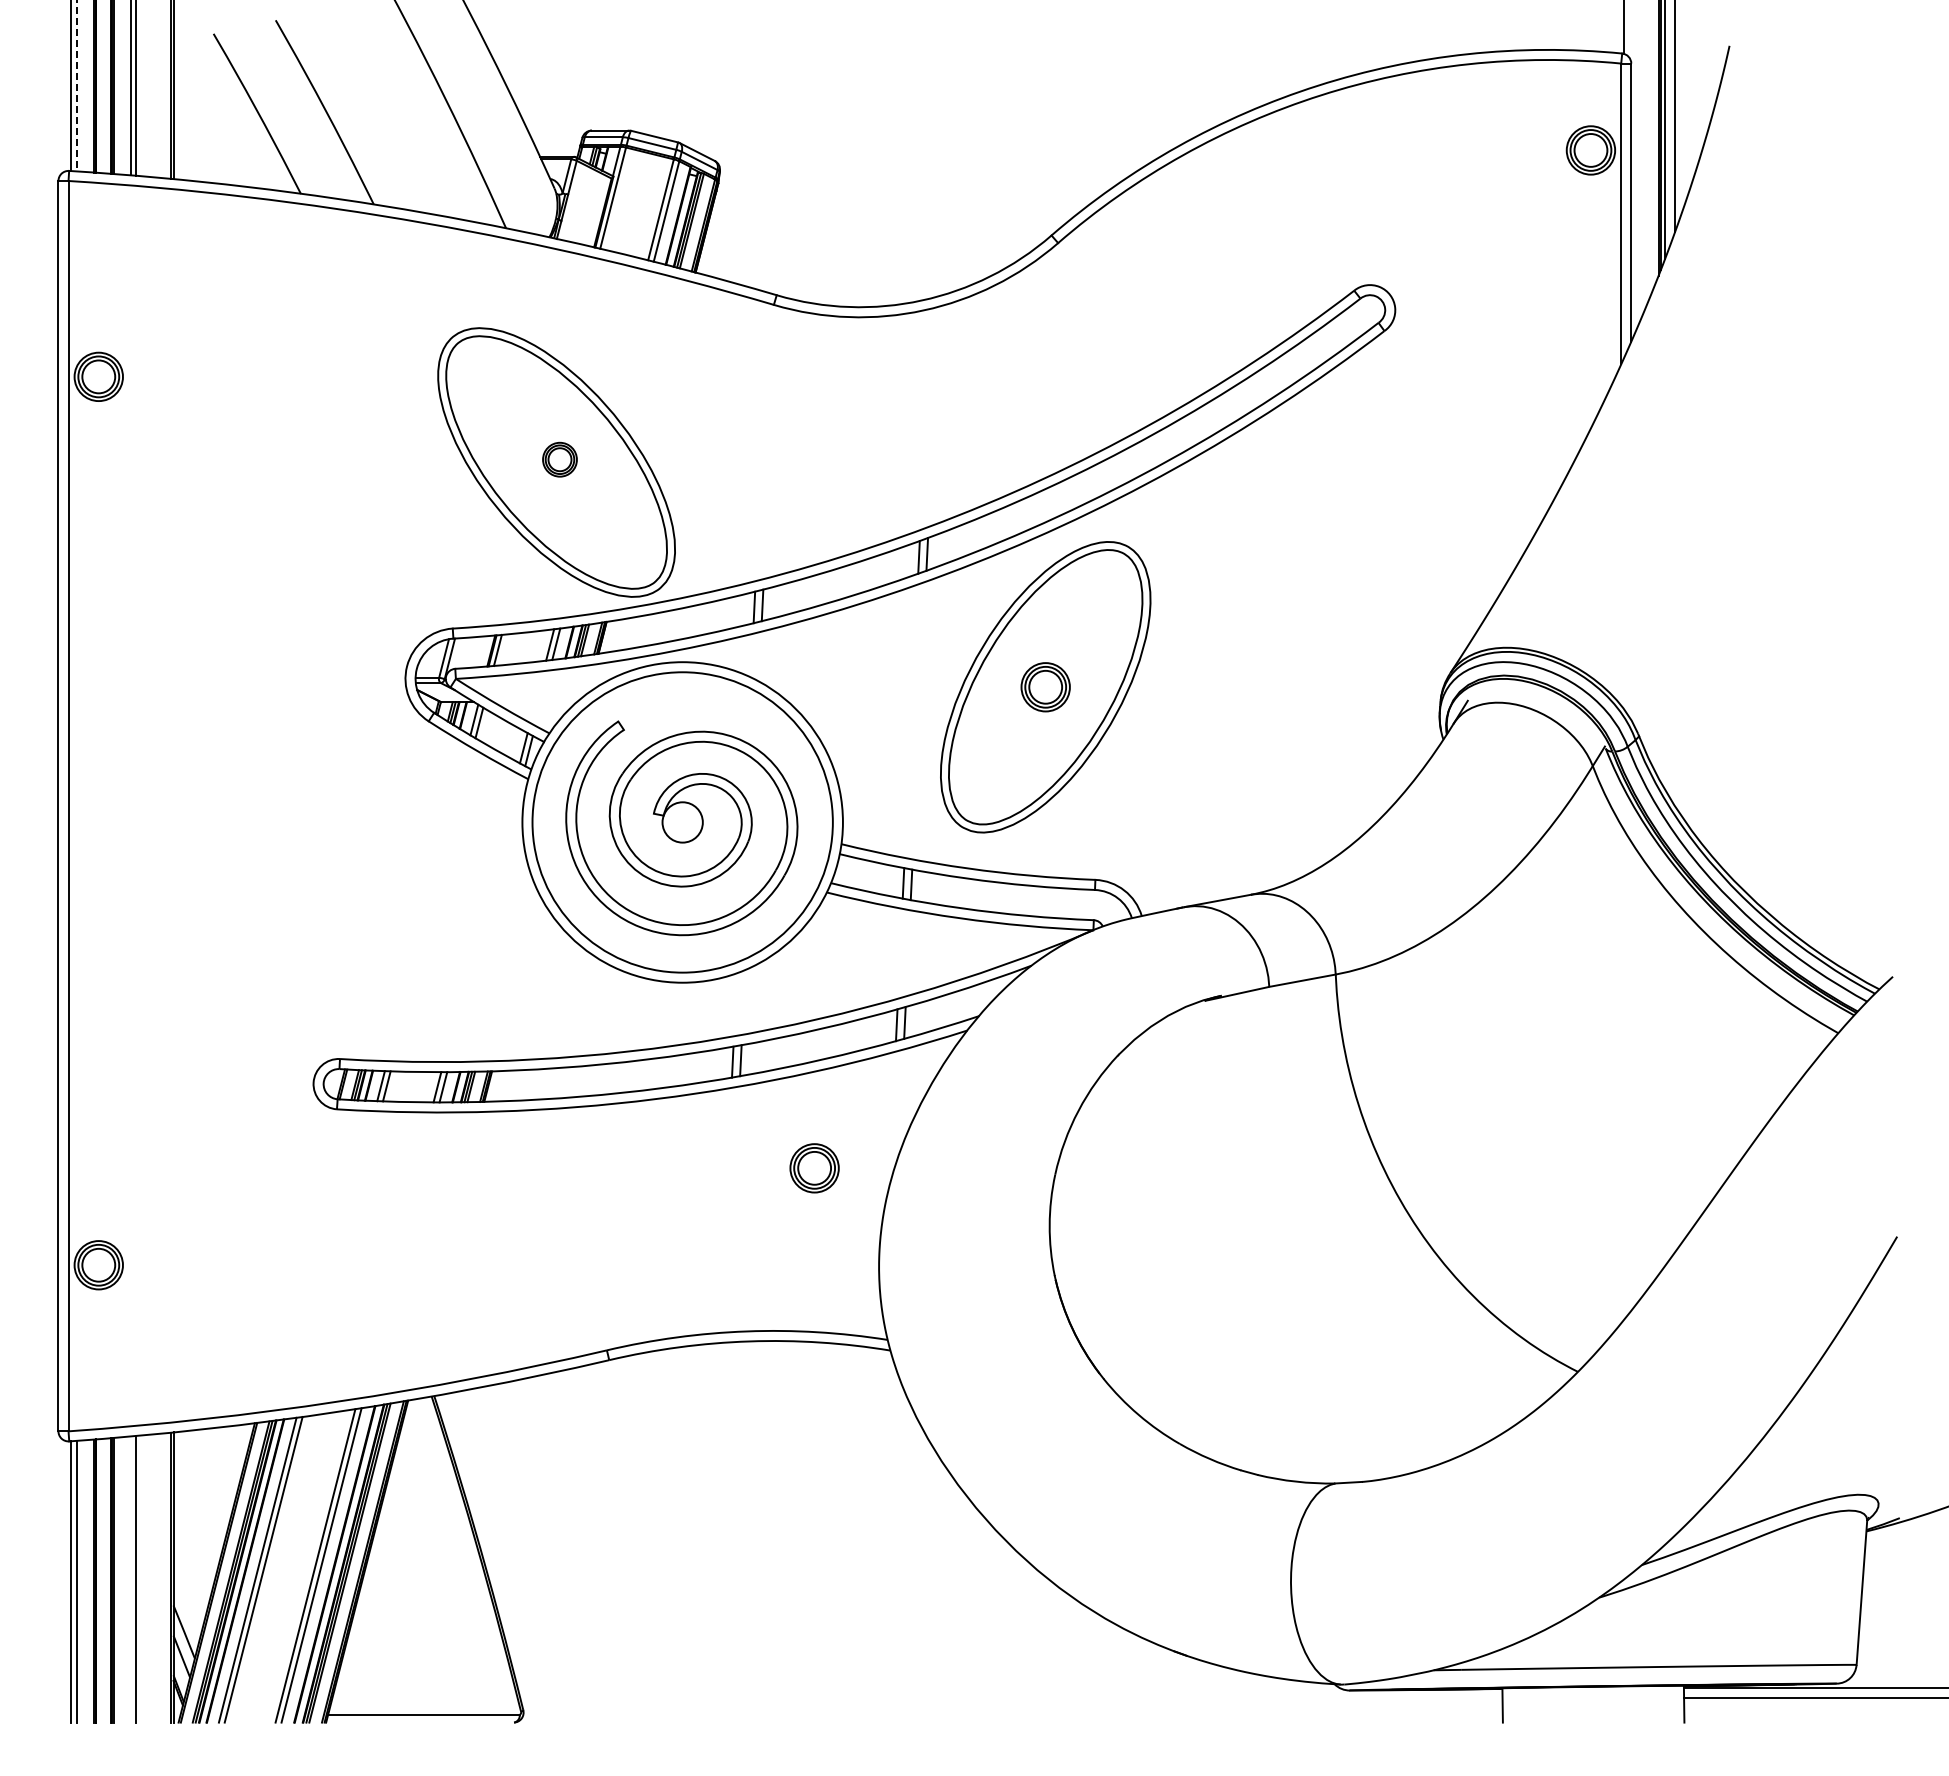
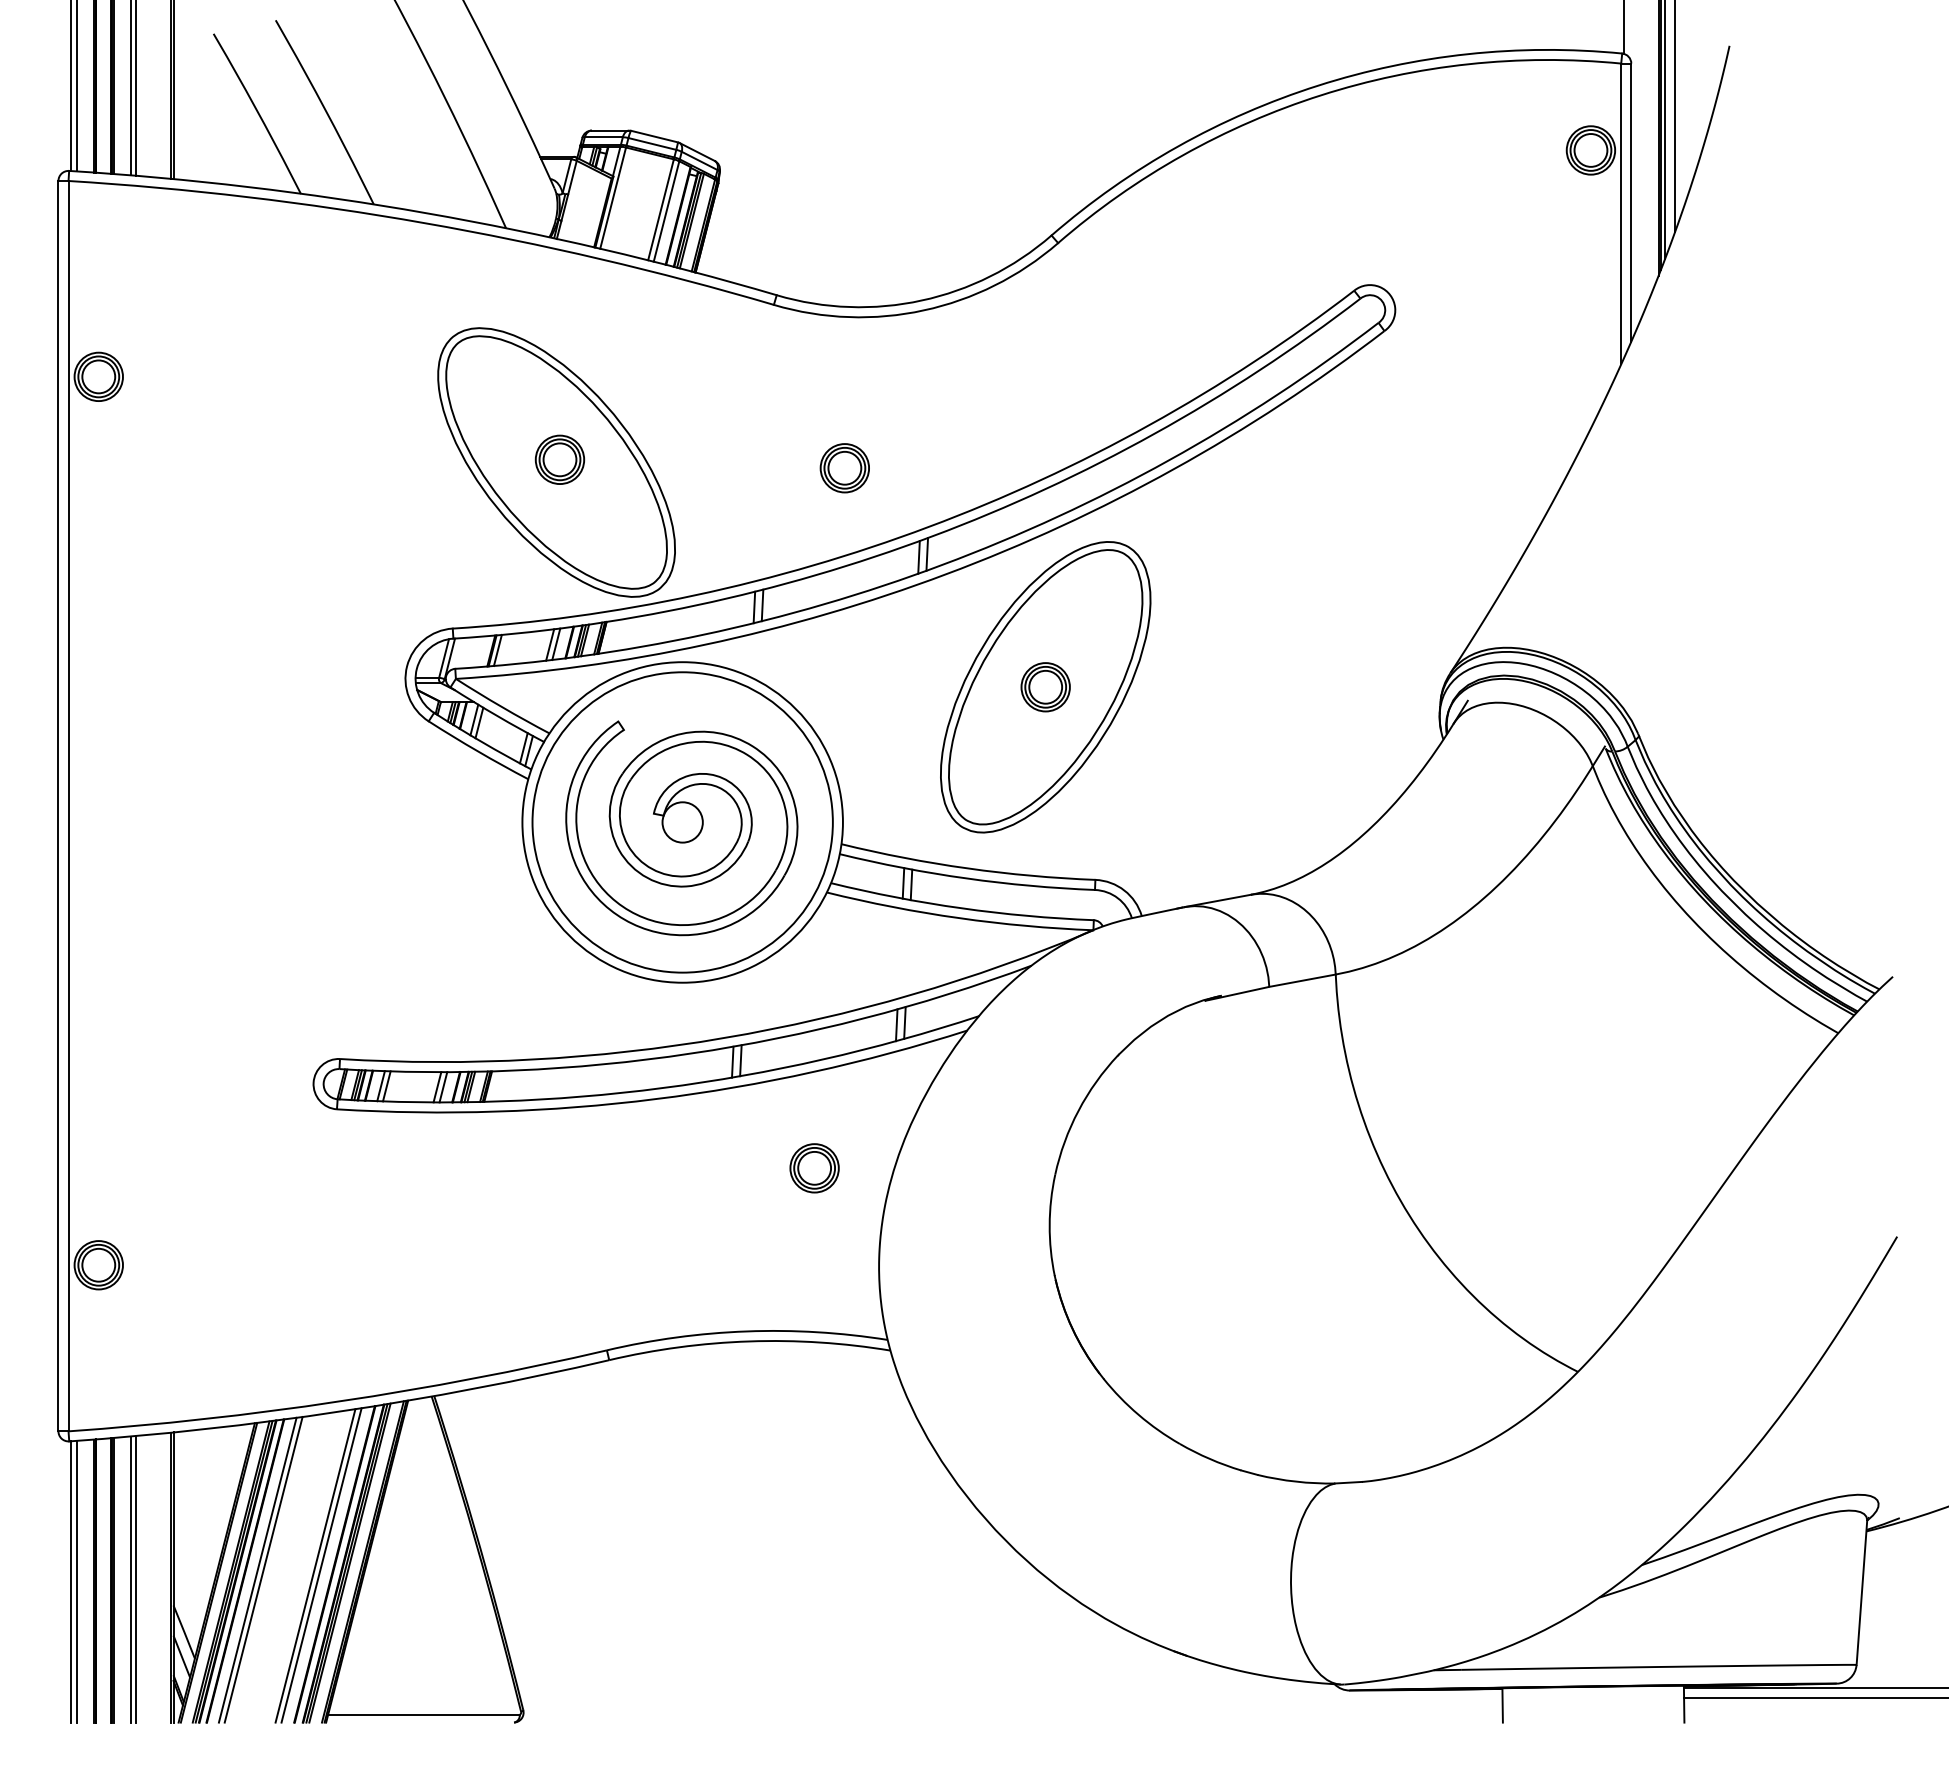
line at (76, 86): dashed -> solid
part at (559, 459) size: 36x37 px -> 52x51 px
part at (844, 468): none -> present
line at (130, 1579): none -> present
